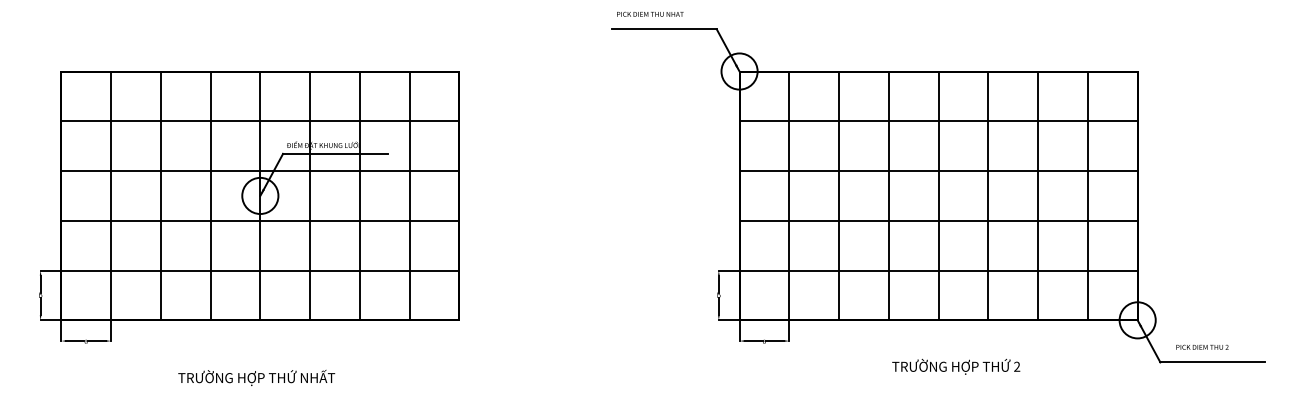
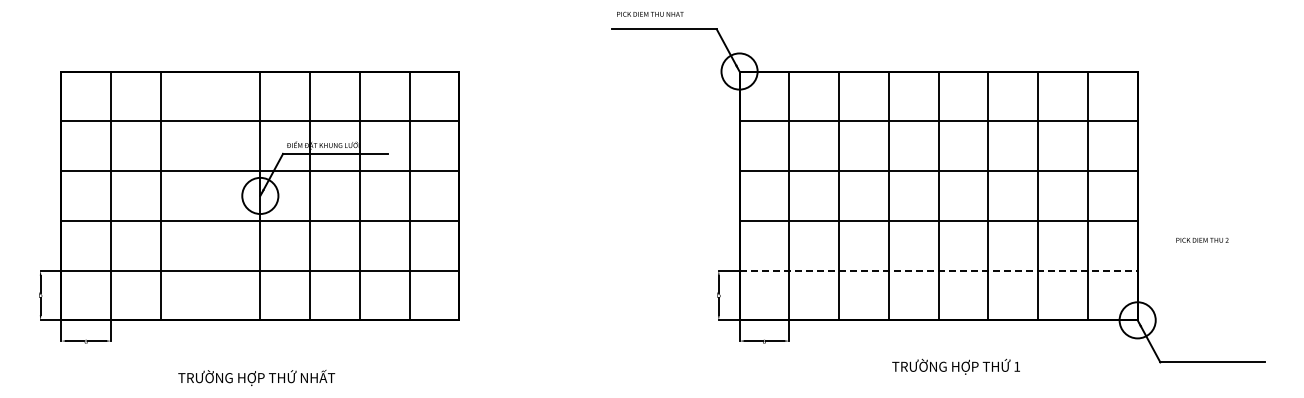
line at (210, 195): present -> none
line at (939, 270): solid -> dashed
text at (1202, 346) position: (1202, 346) -> (1202, 239)
text at (1017, 366): 2 -> 1
